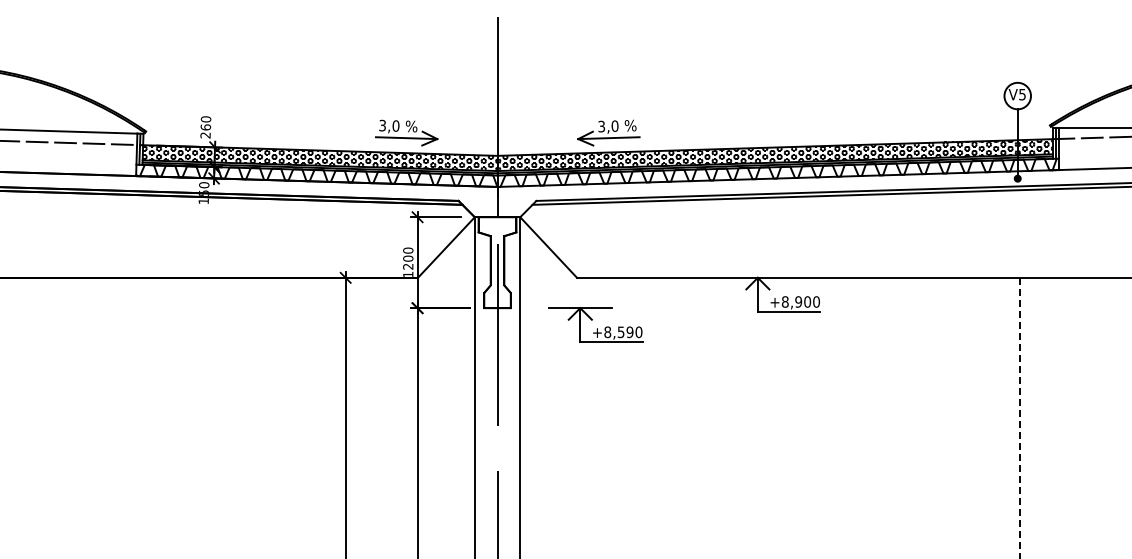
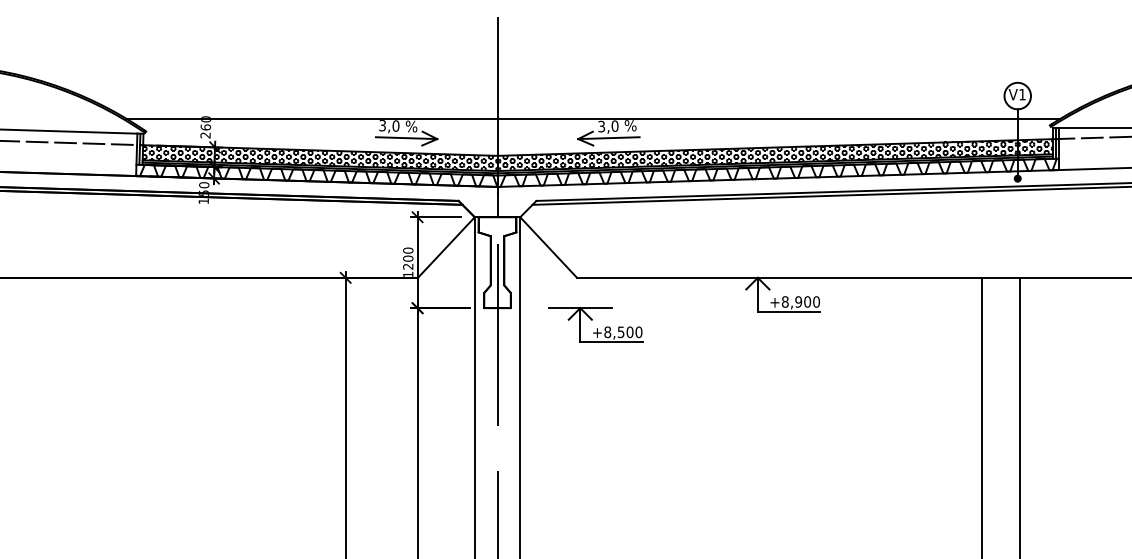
text at (1022, 94): V5 -> V1
line at (593, 118): none -> present
text at (629, 332): +8,590 -> +8,500
line at (982, 416): none -> present
line at (1020, 418): dashed -> solid
